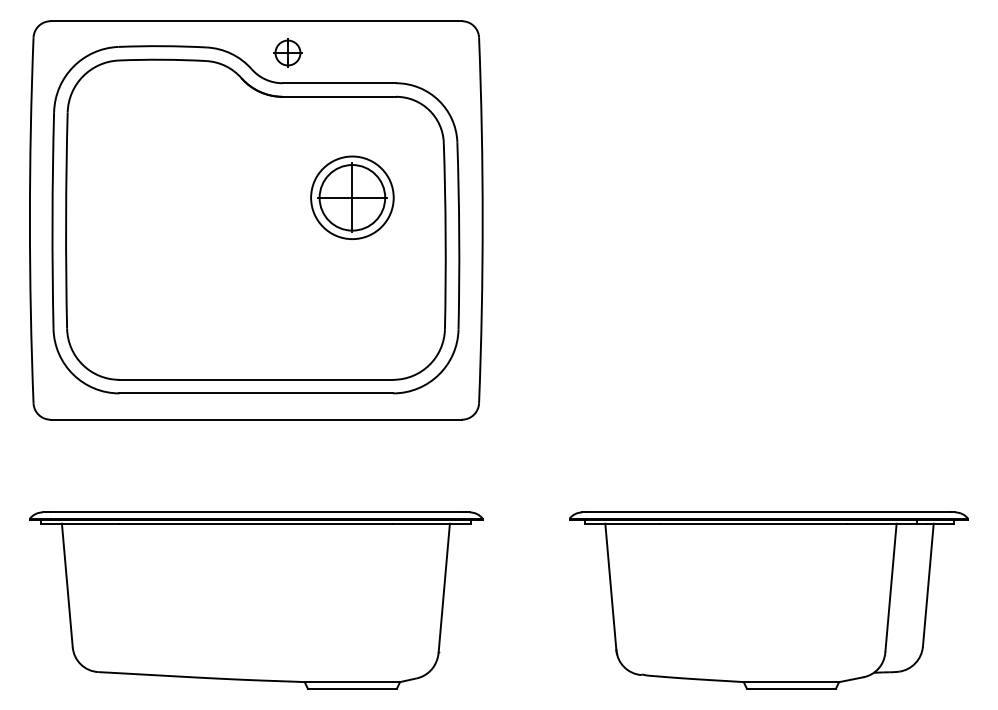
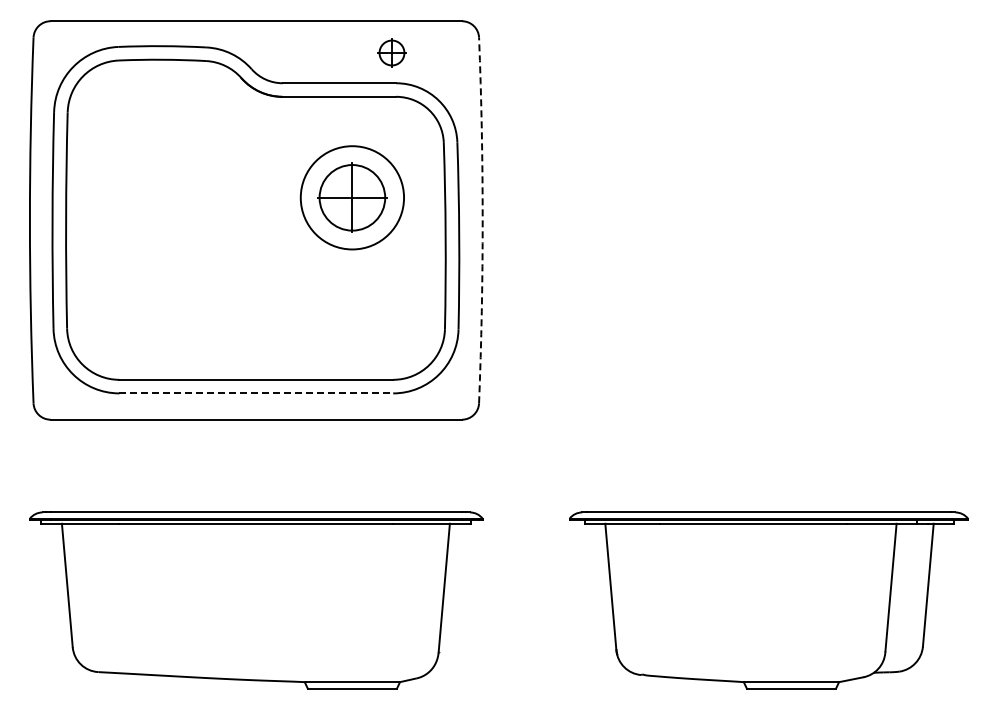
part at (287, 52) position: (287, 52) -> (391, 52)
circle at (352, 197) diameter: 83 px -> 103 px
arc at (482, 220): solid -> dashed
line at (256, 393): solid -> dashed
